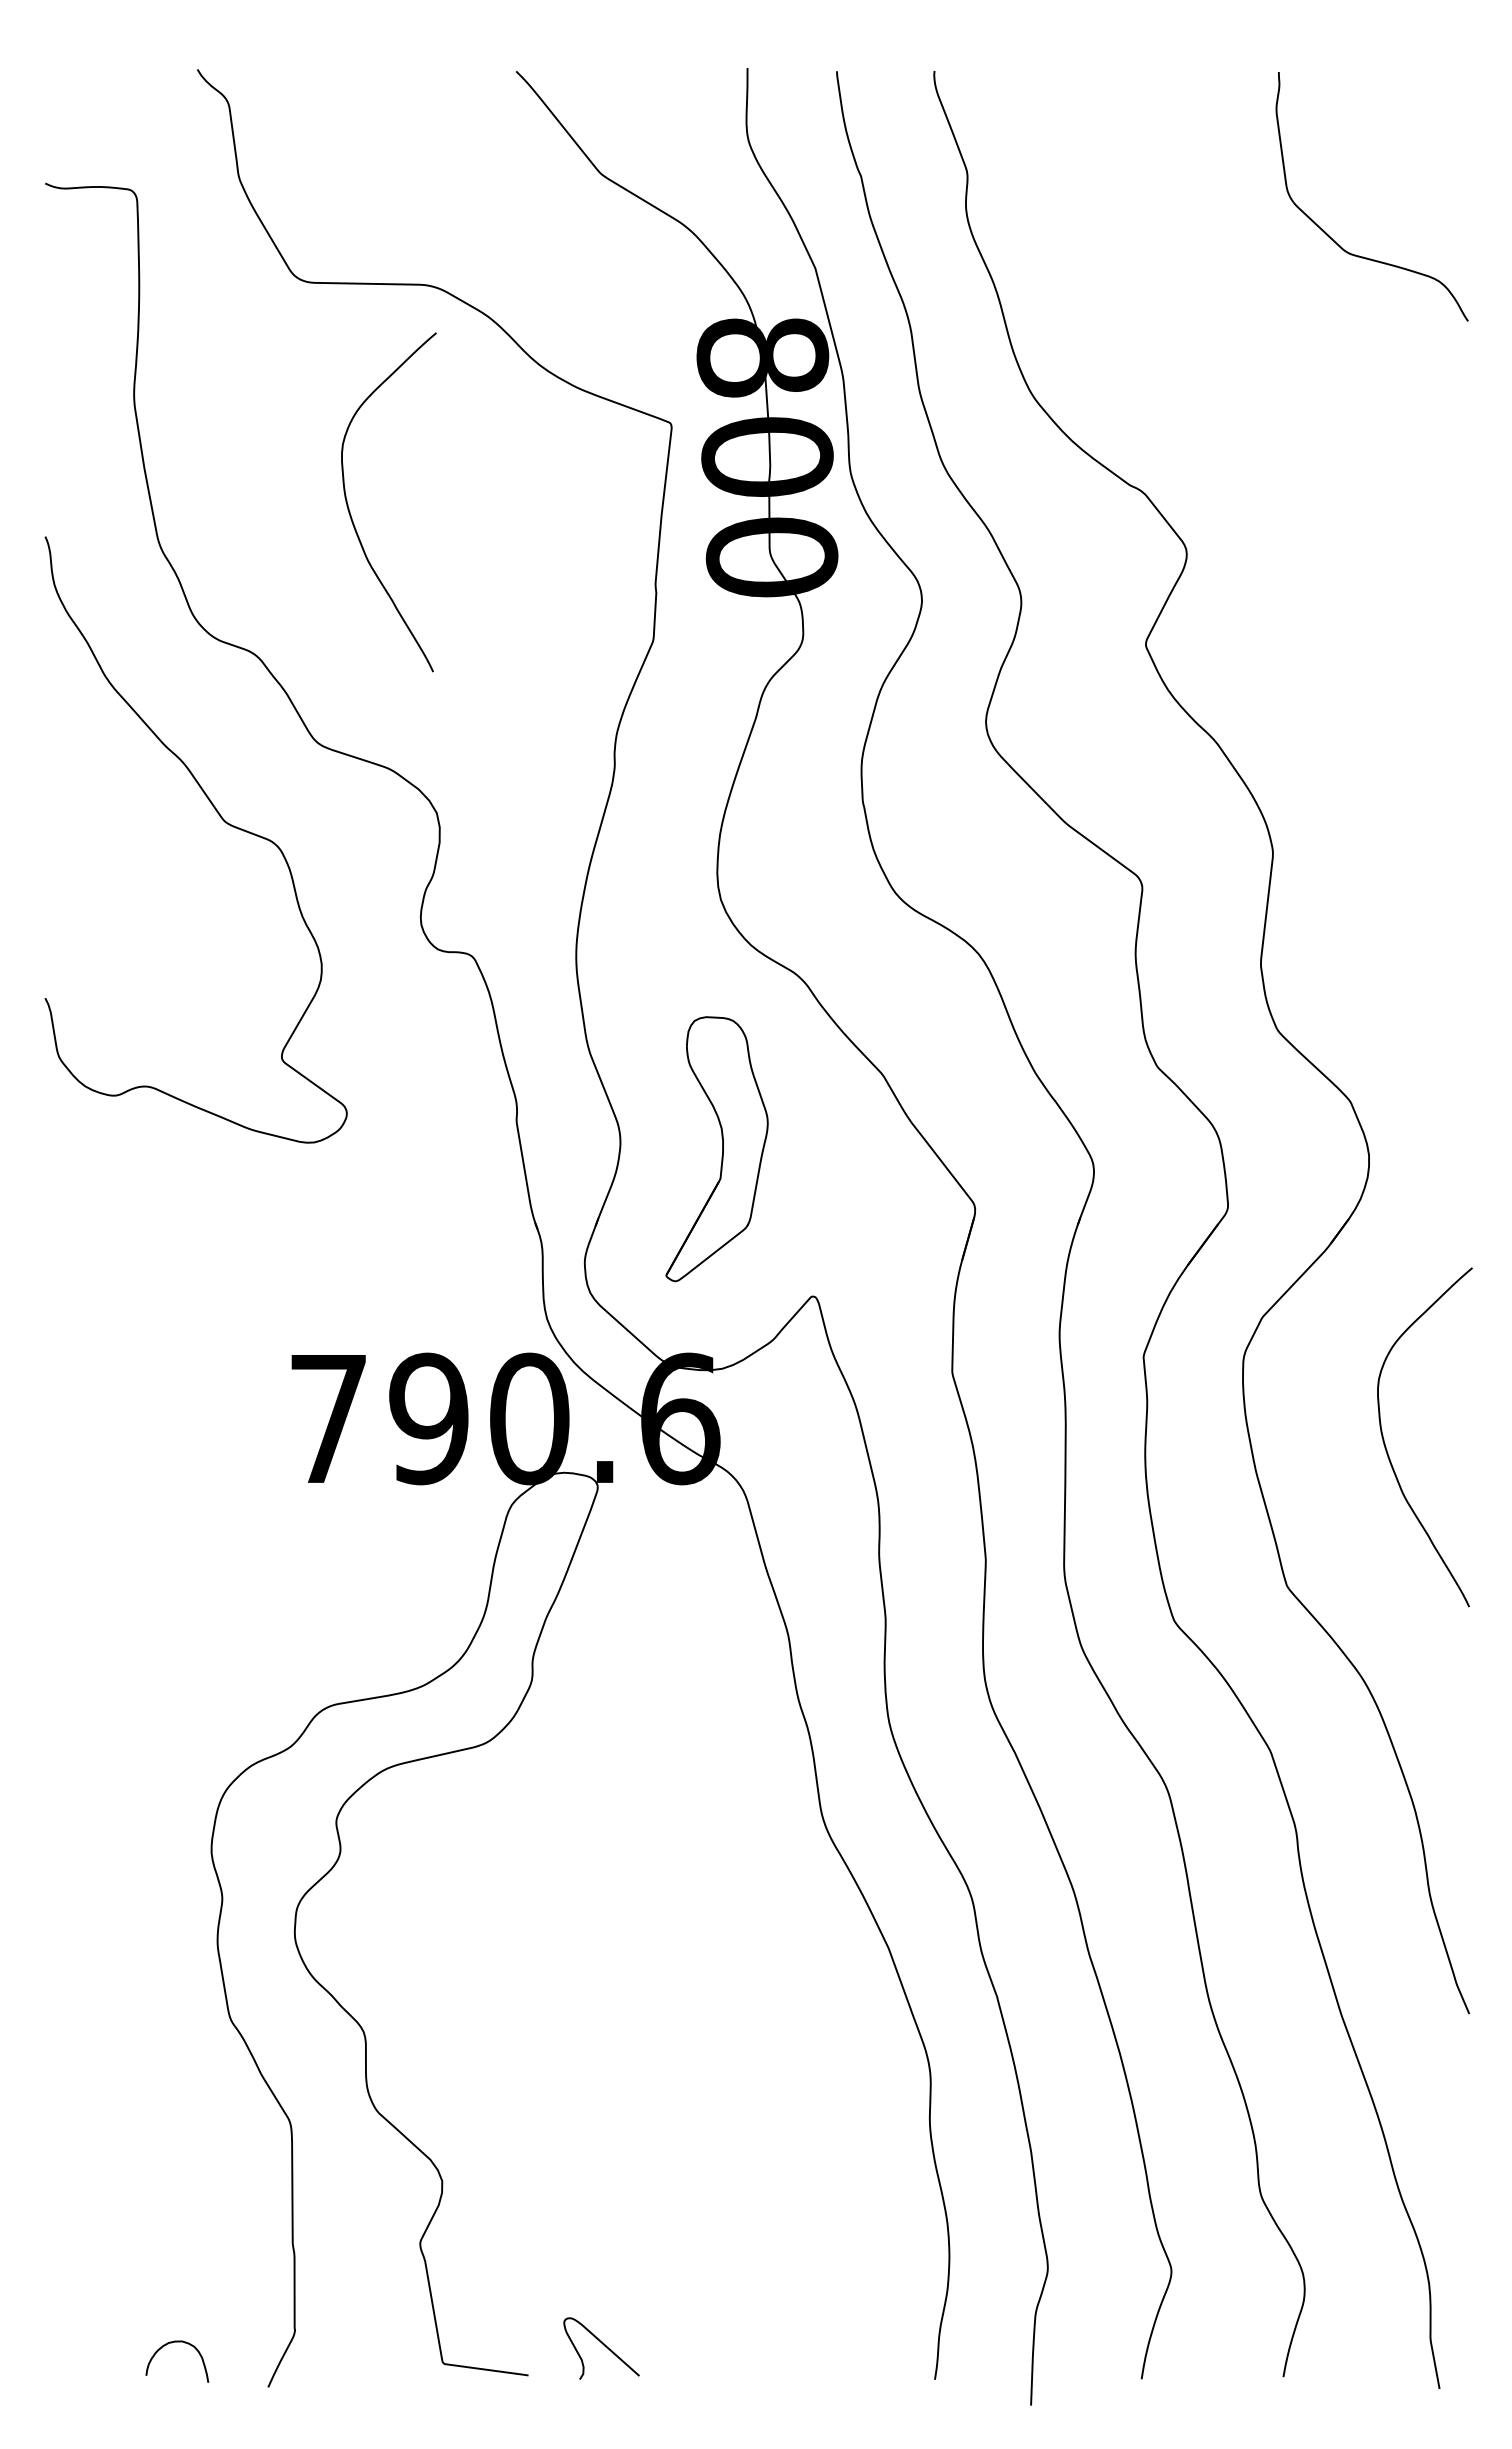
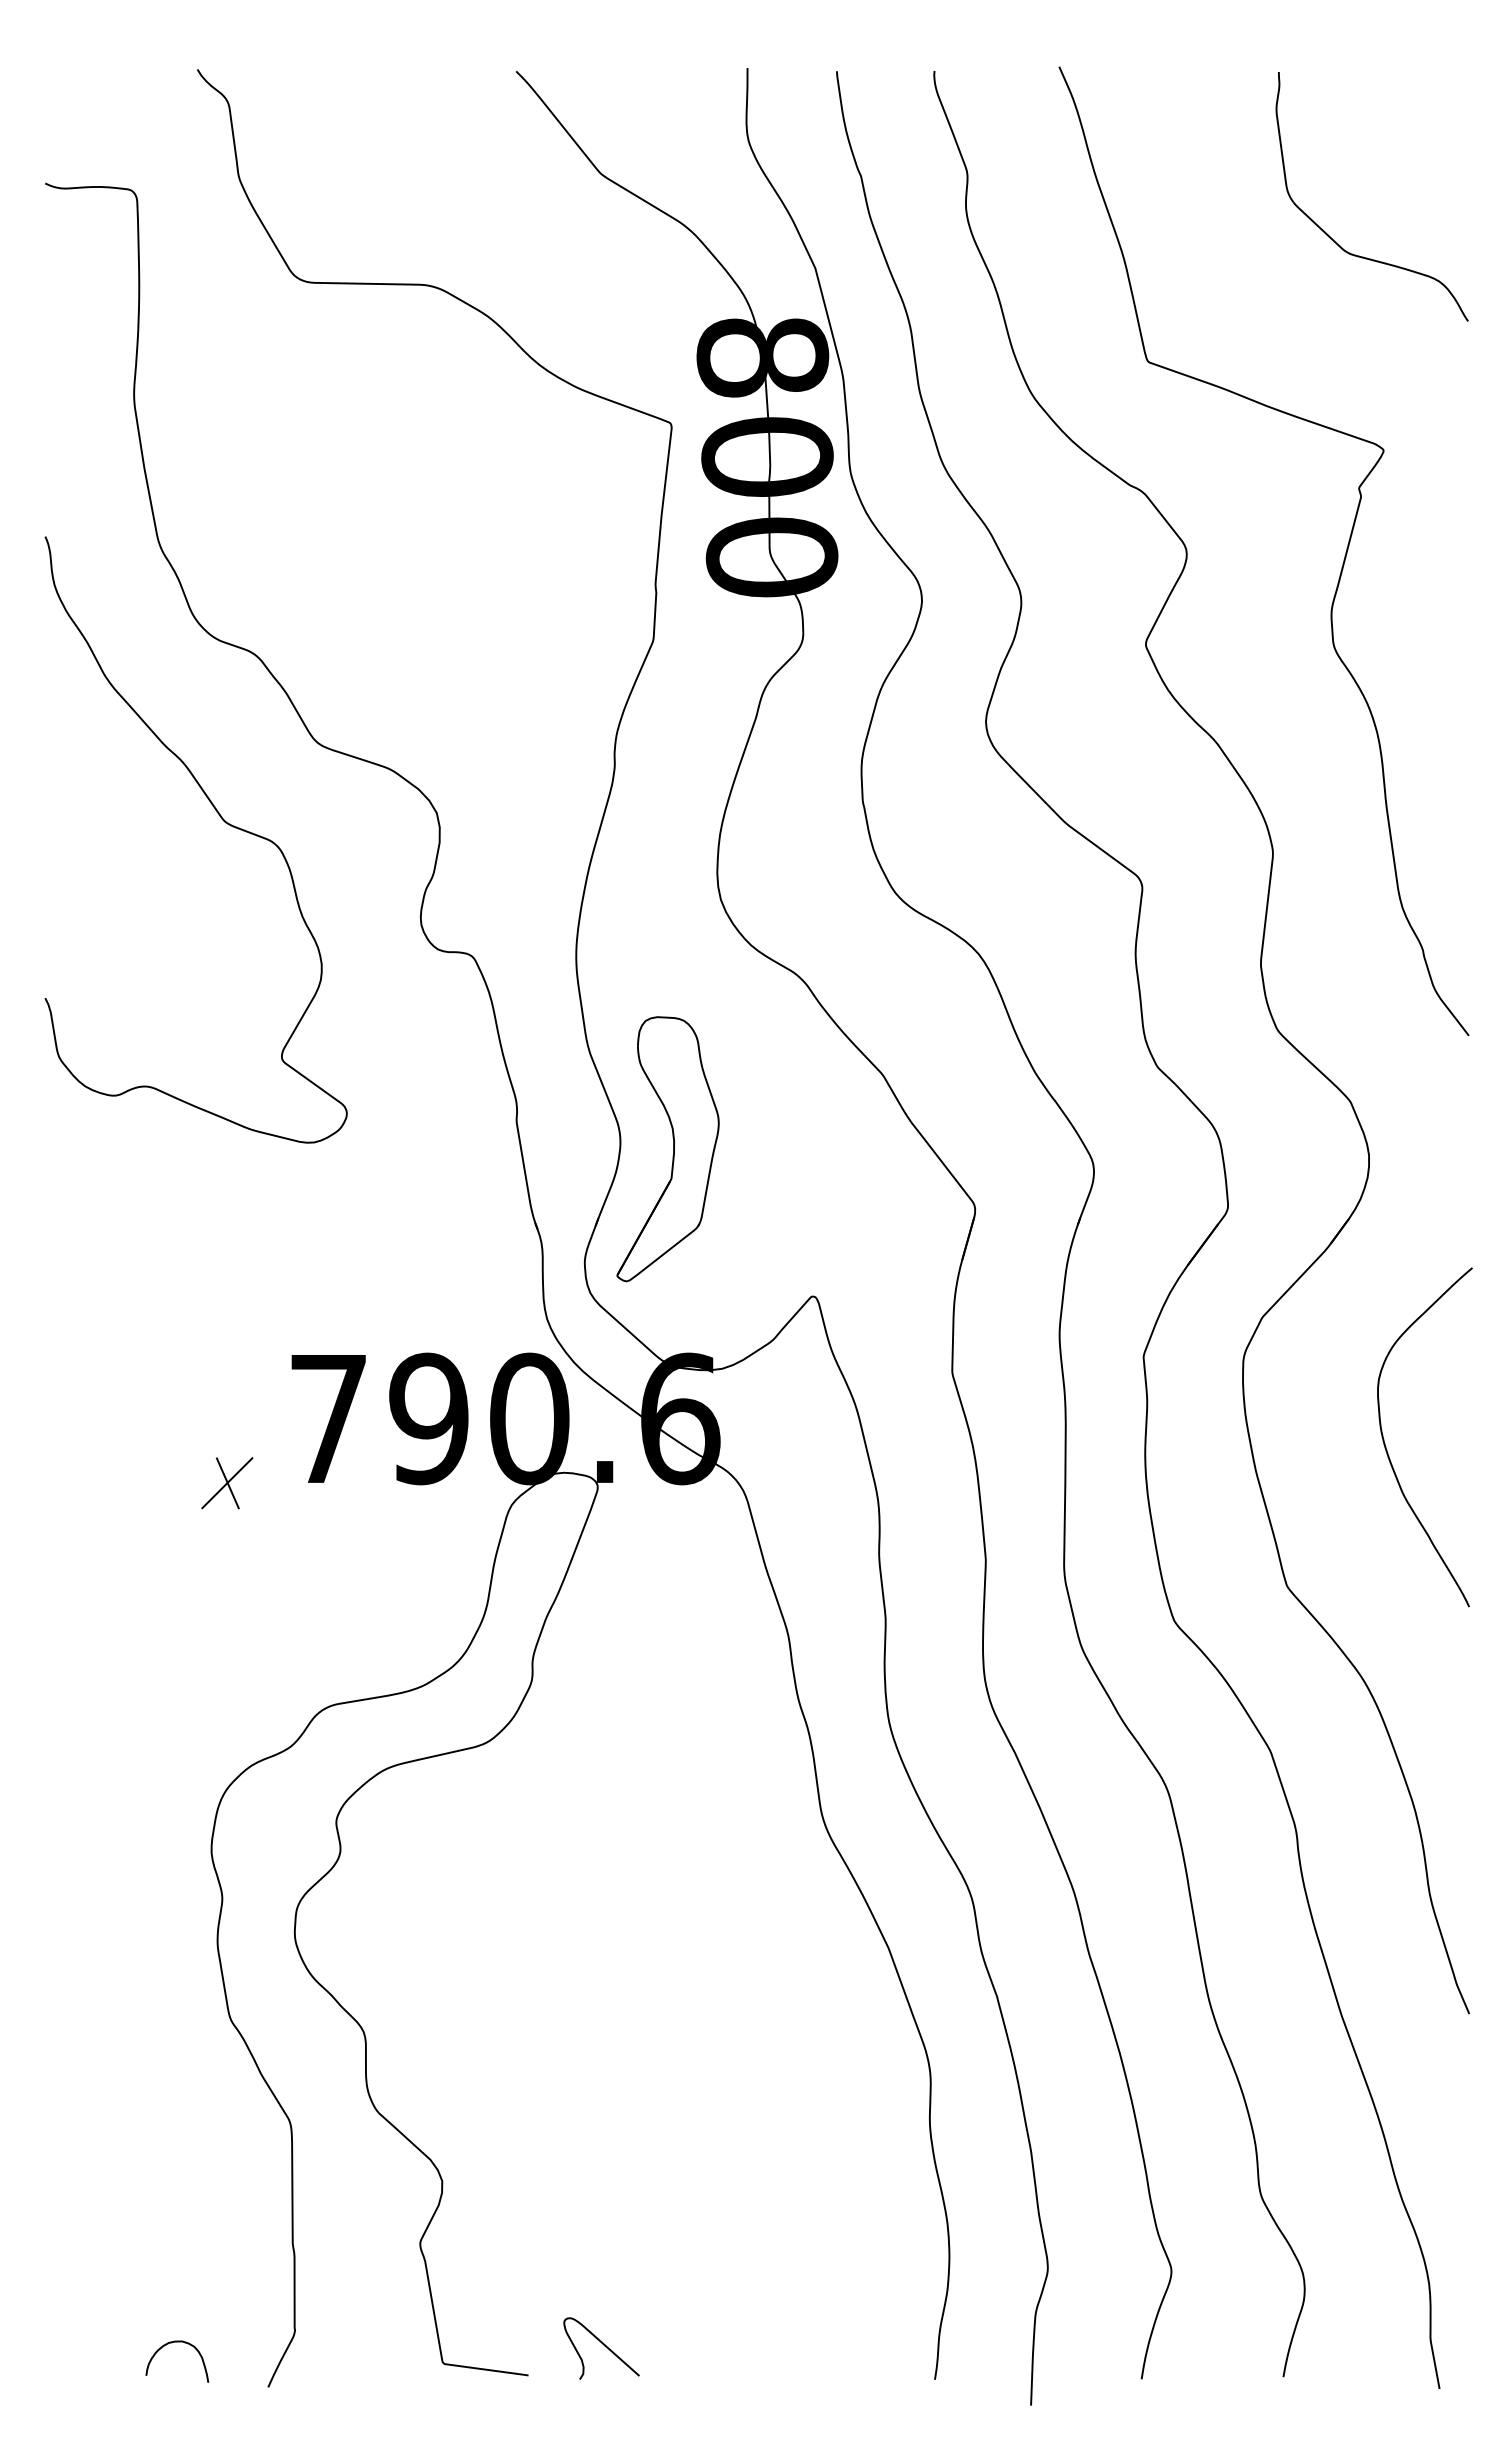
curve at (350, 511): present -> none
curve at (1340, 571): none -> present
part at (716, 1149) position: (716, 1149) -> (667, 1149)
part at (227, 1483): none -> present
